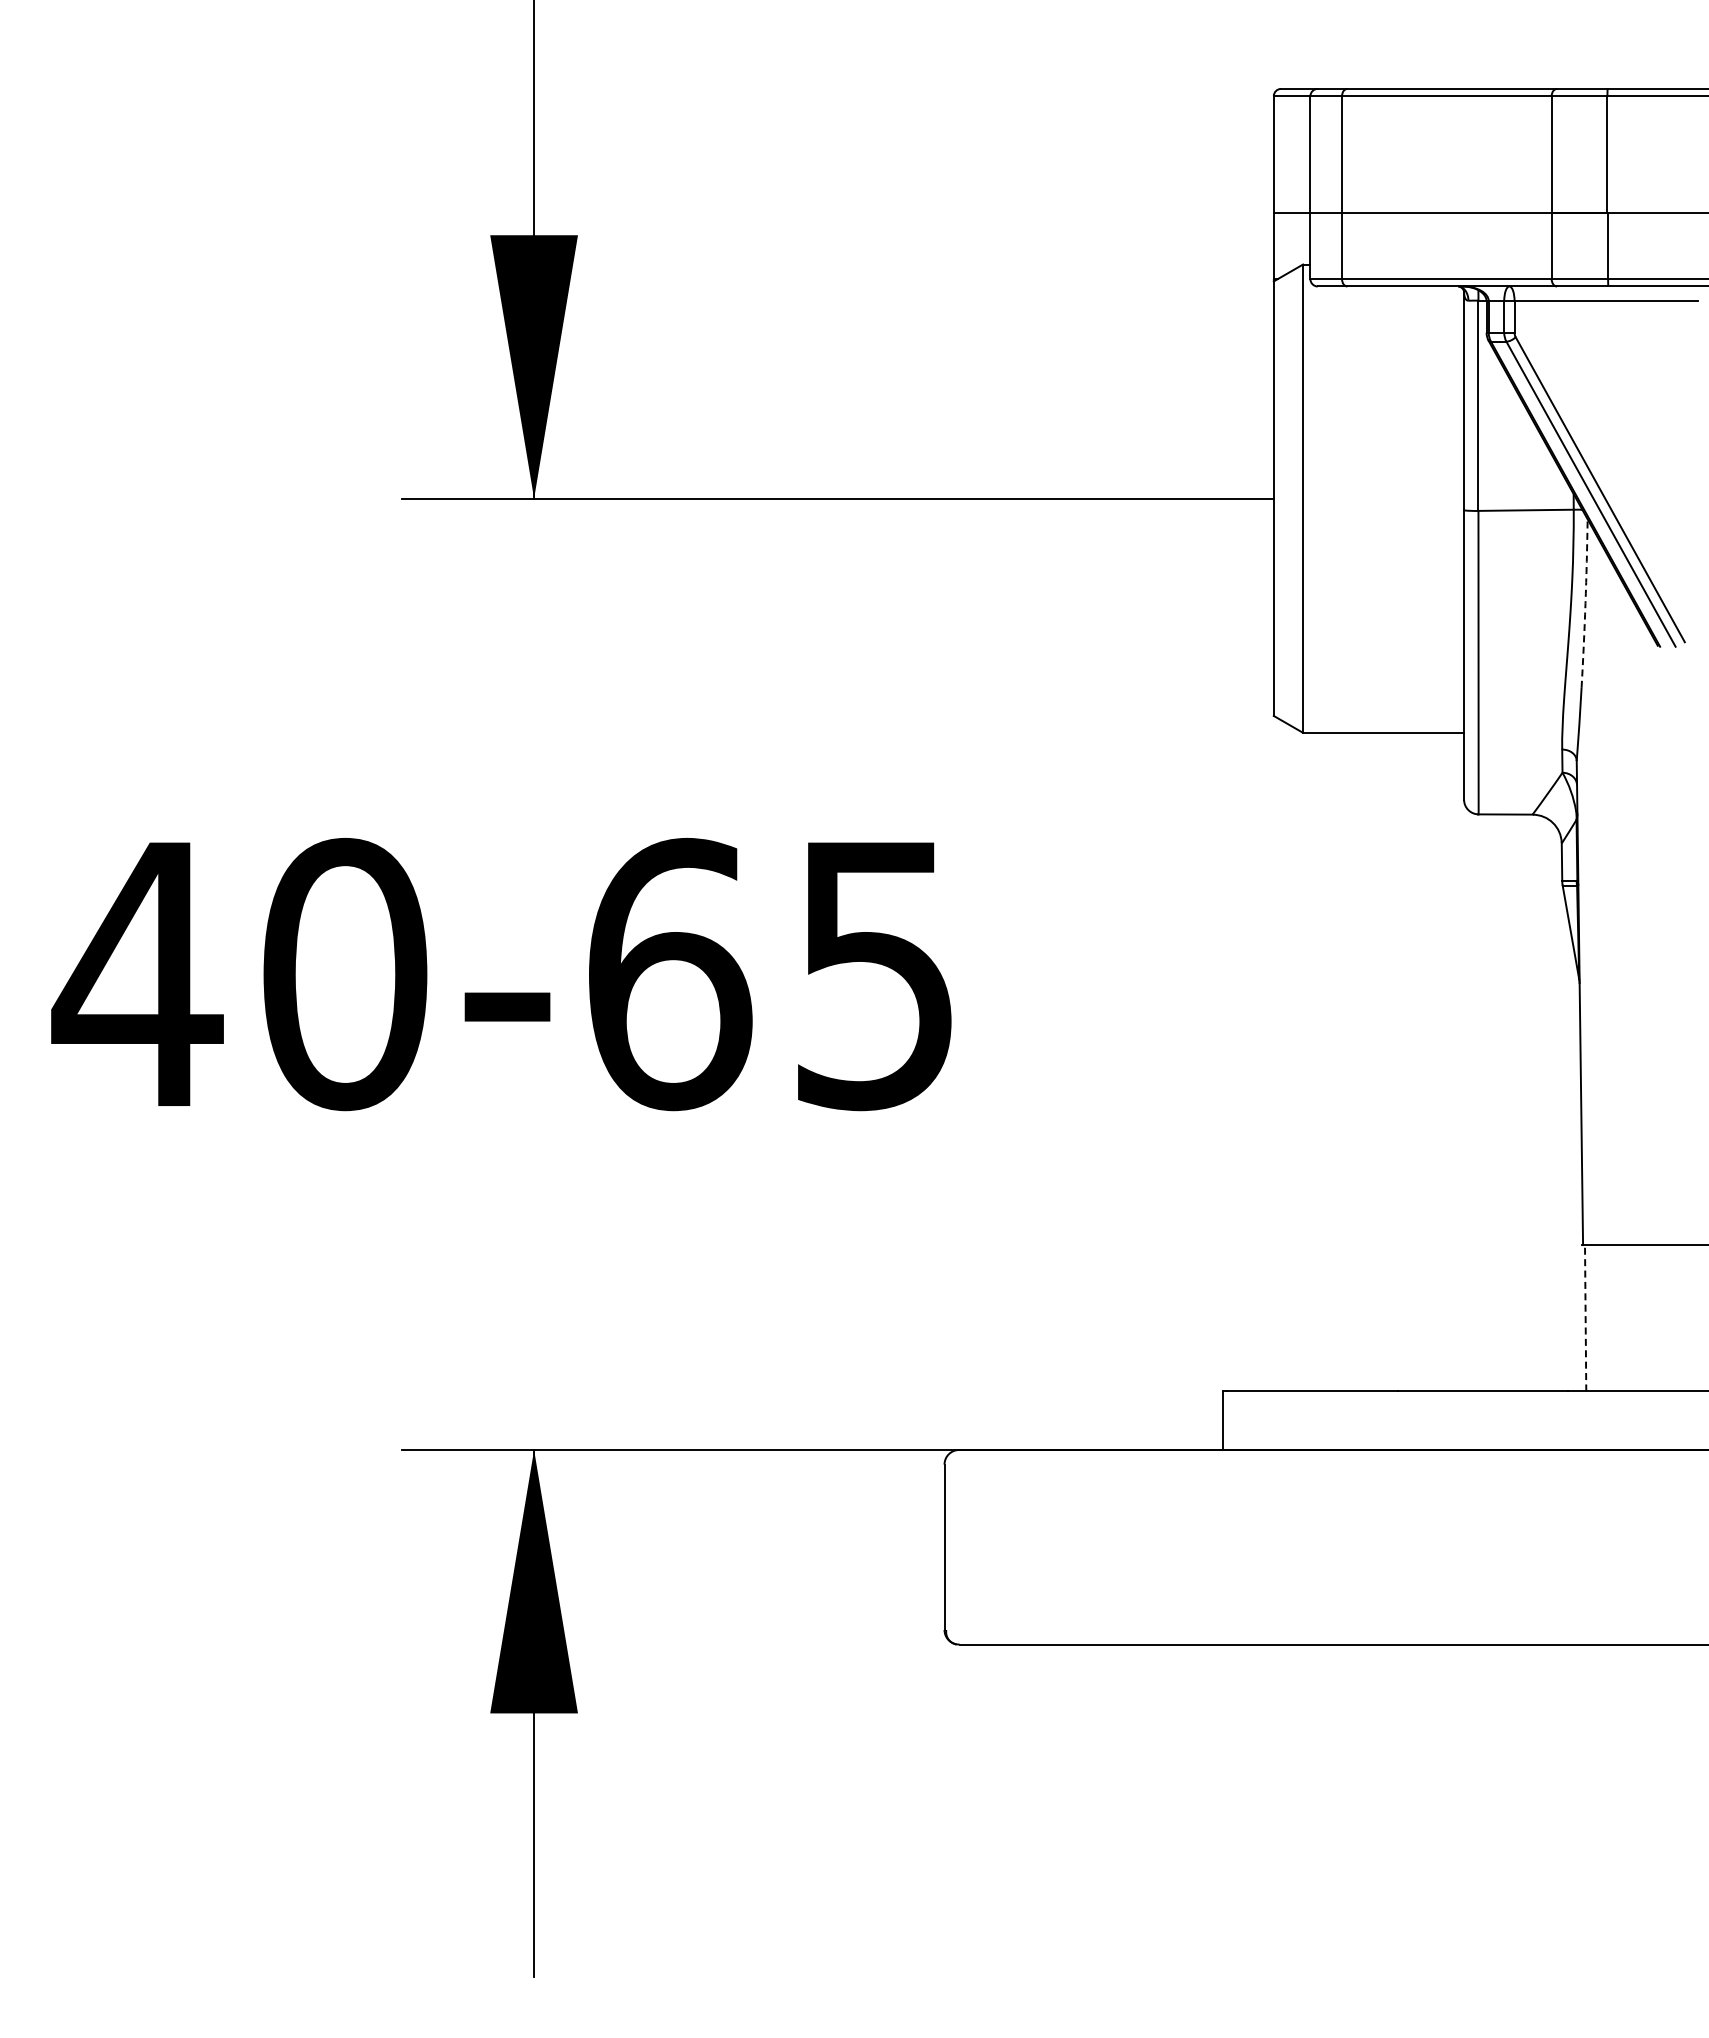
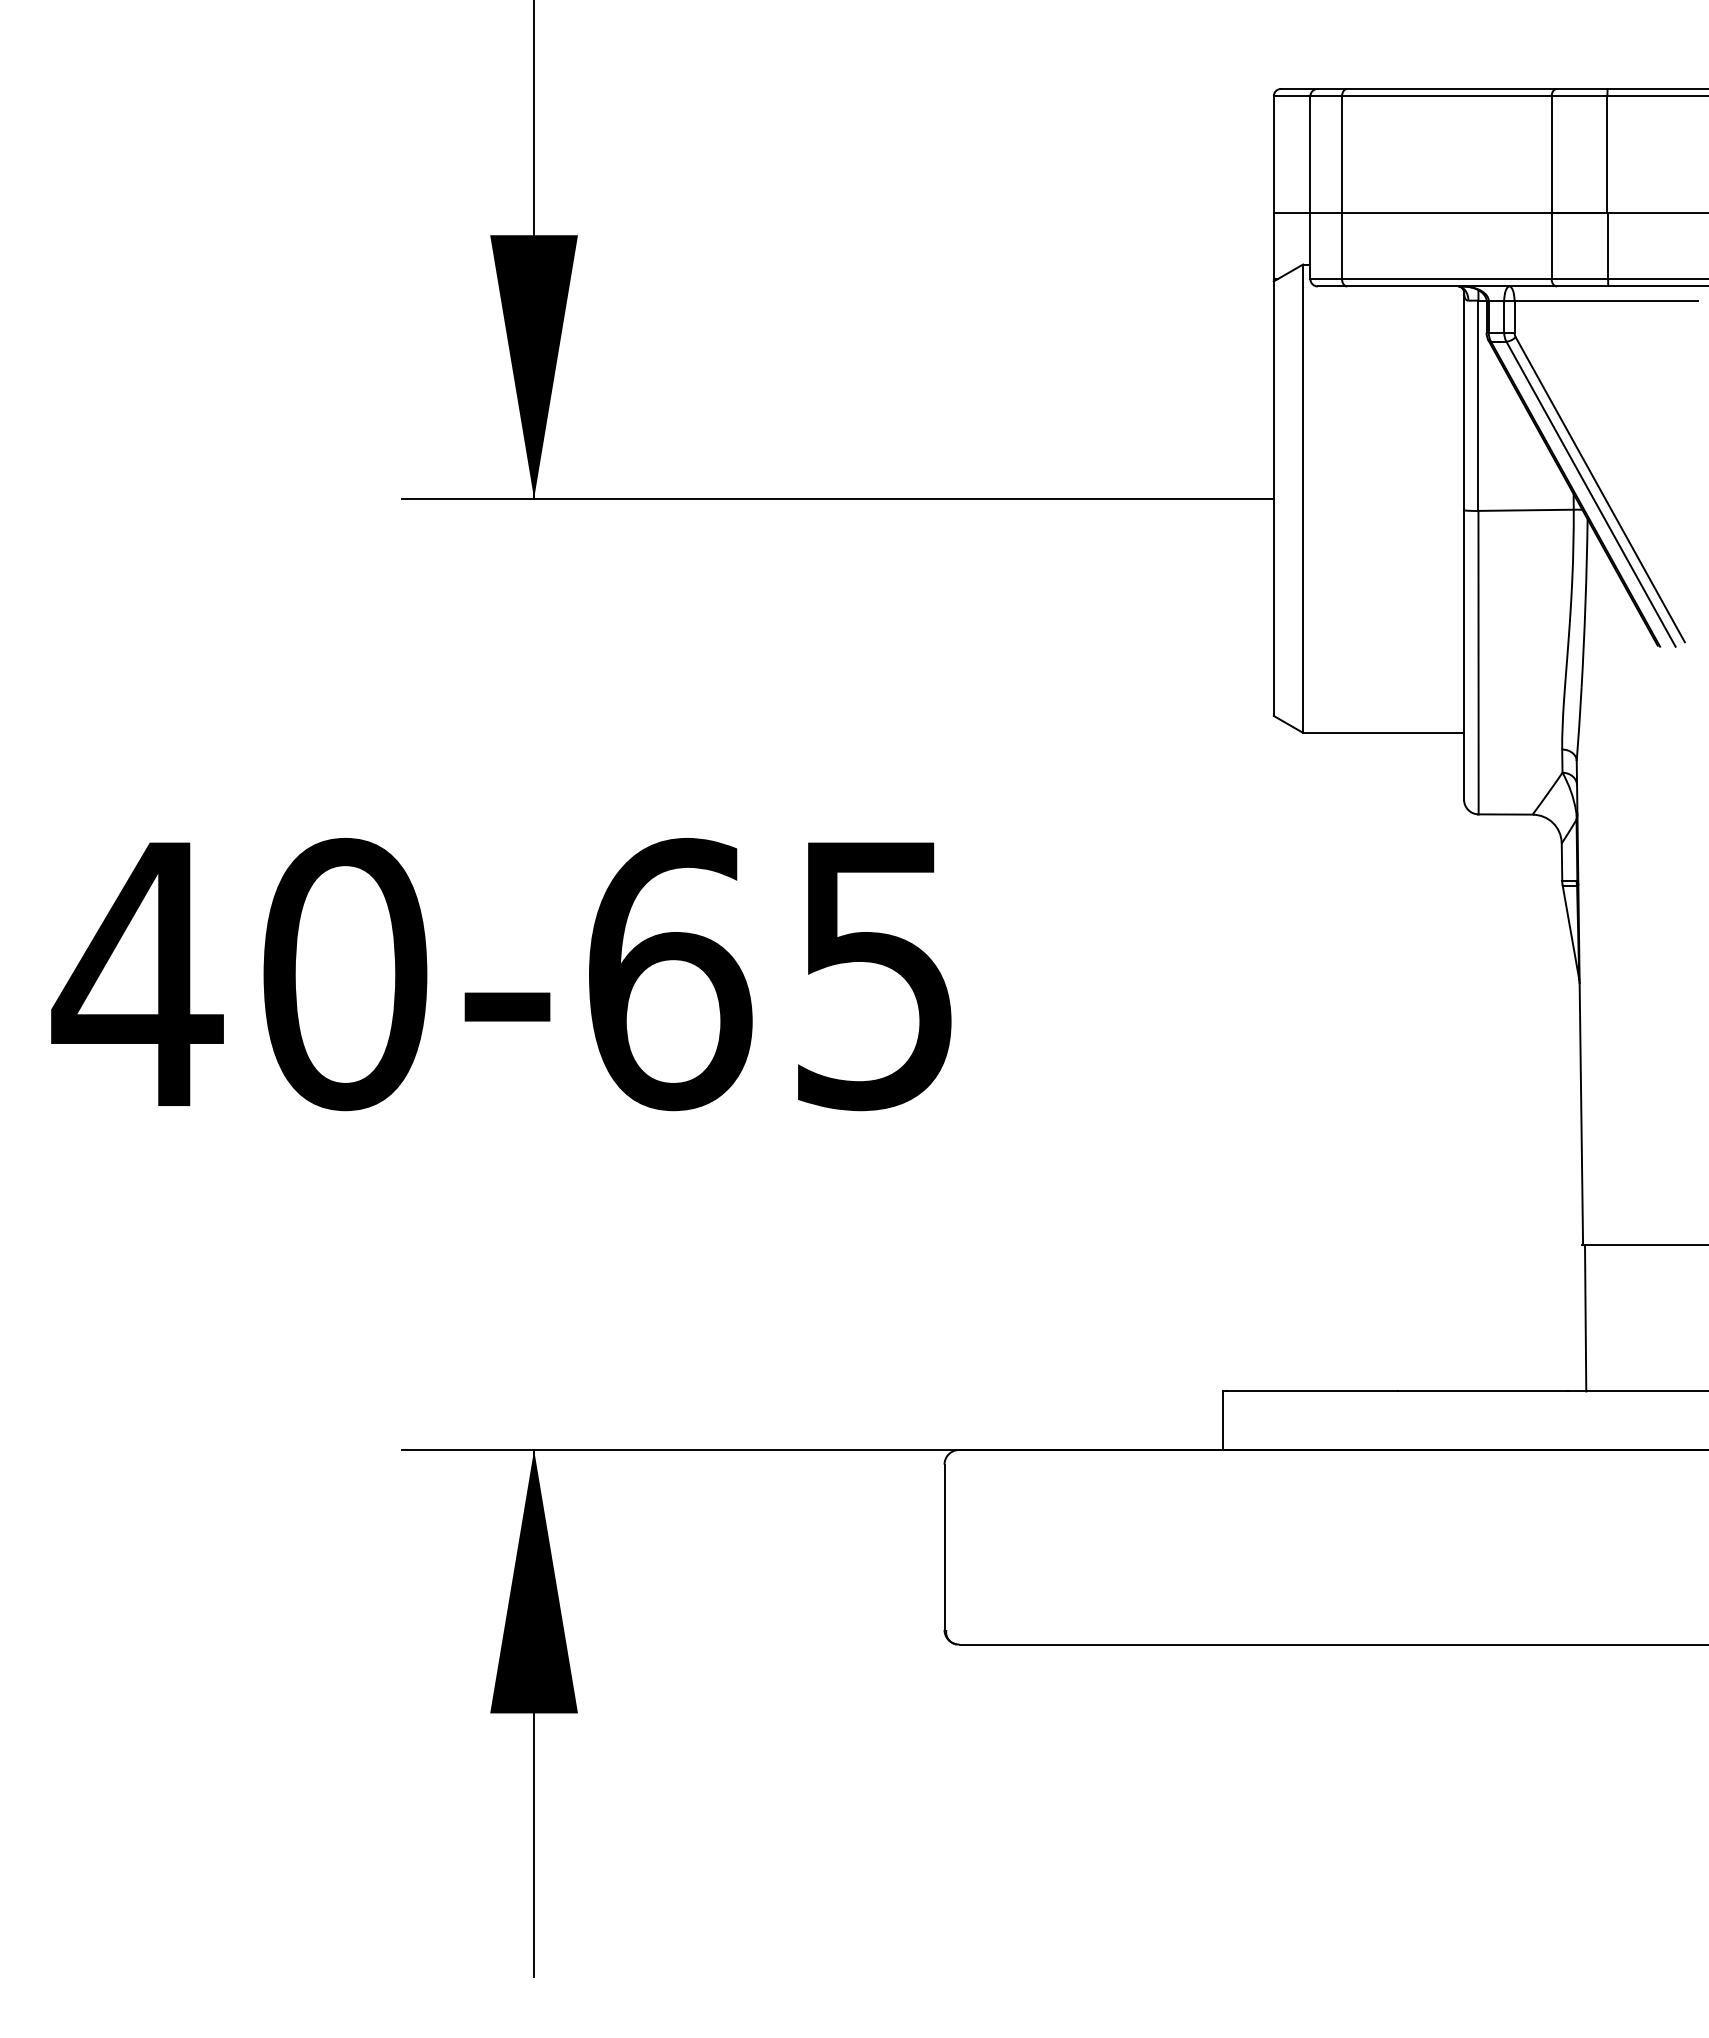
arc at (1585, 603): dashed -> solid
line at (1585, 1317): dashed -> solid
